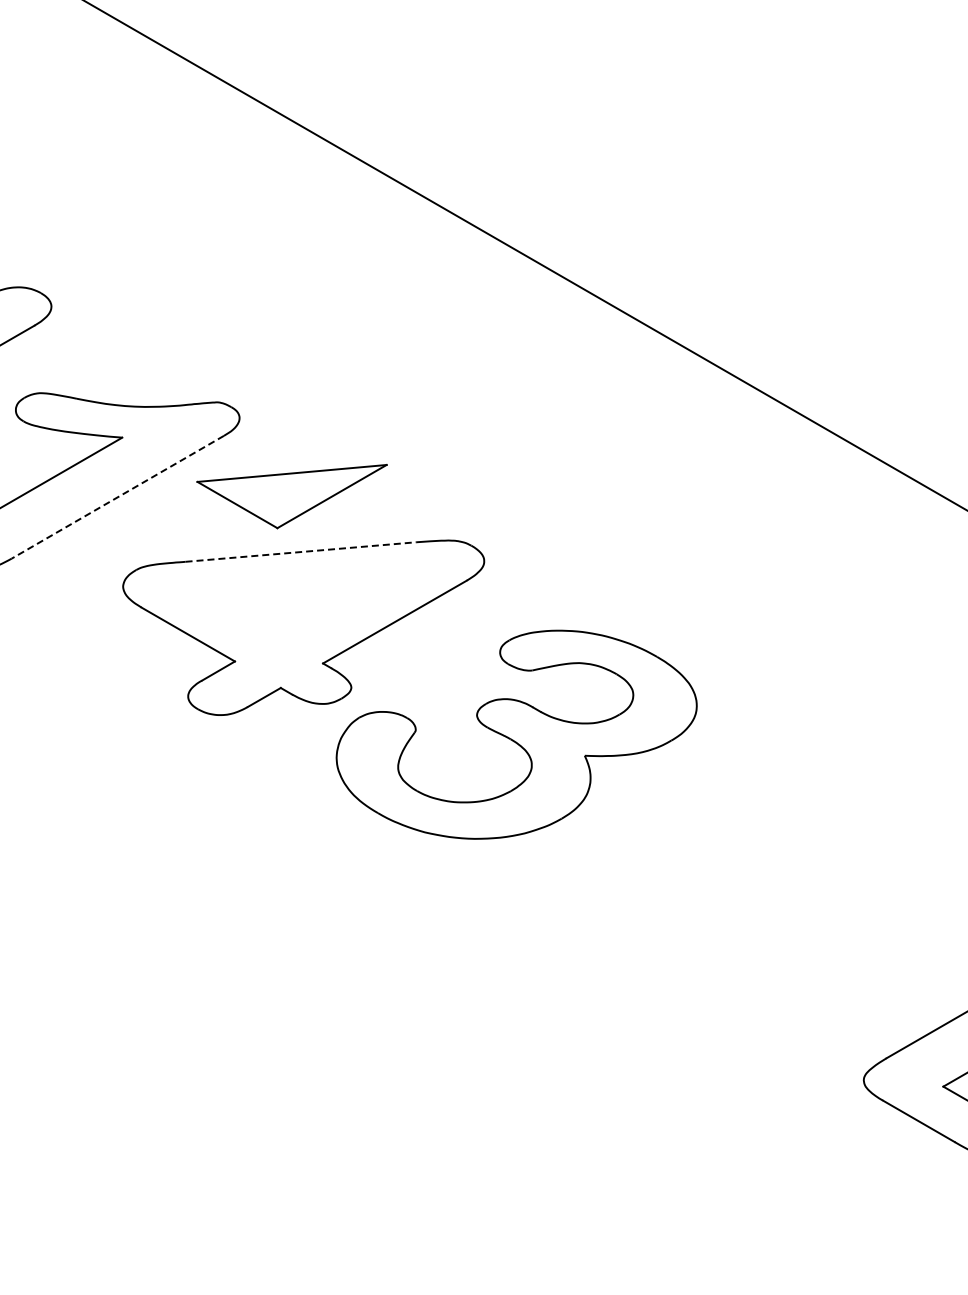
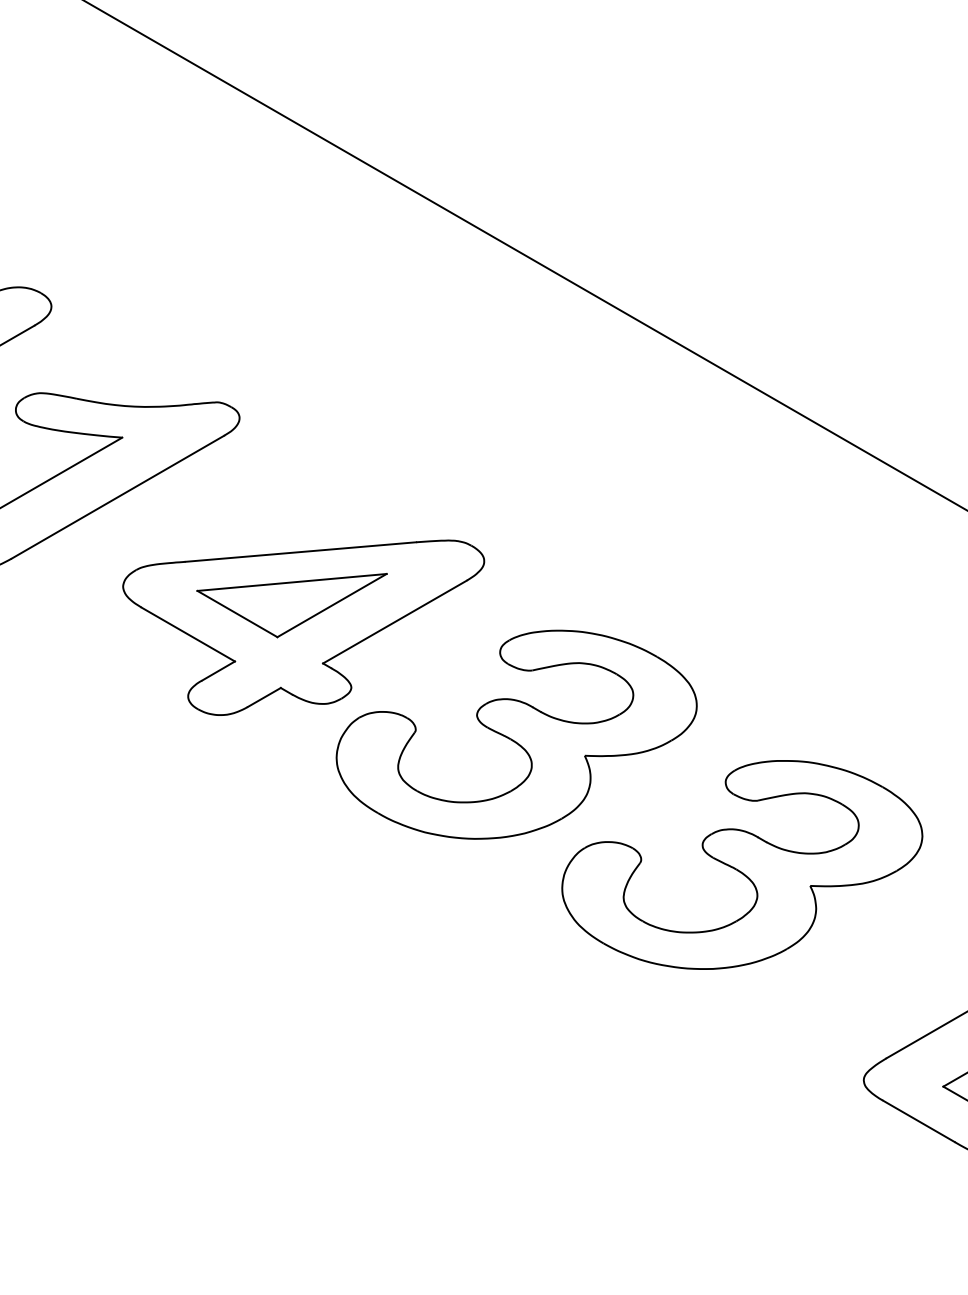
part at (291, 496) position: (291, 496) -> (291, 605)
line at (117, 497): dashed -> solid
line at (300, 552): dashed -> solid
part at (742, 864): none -> present
